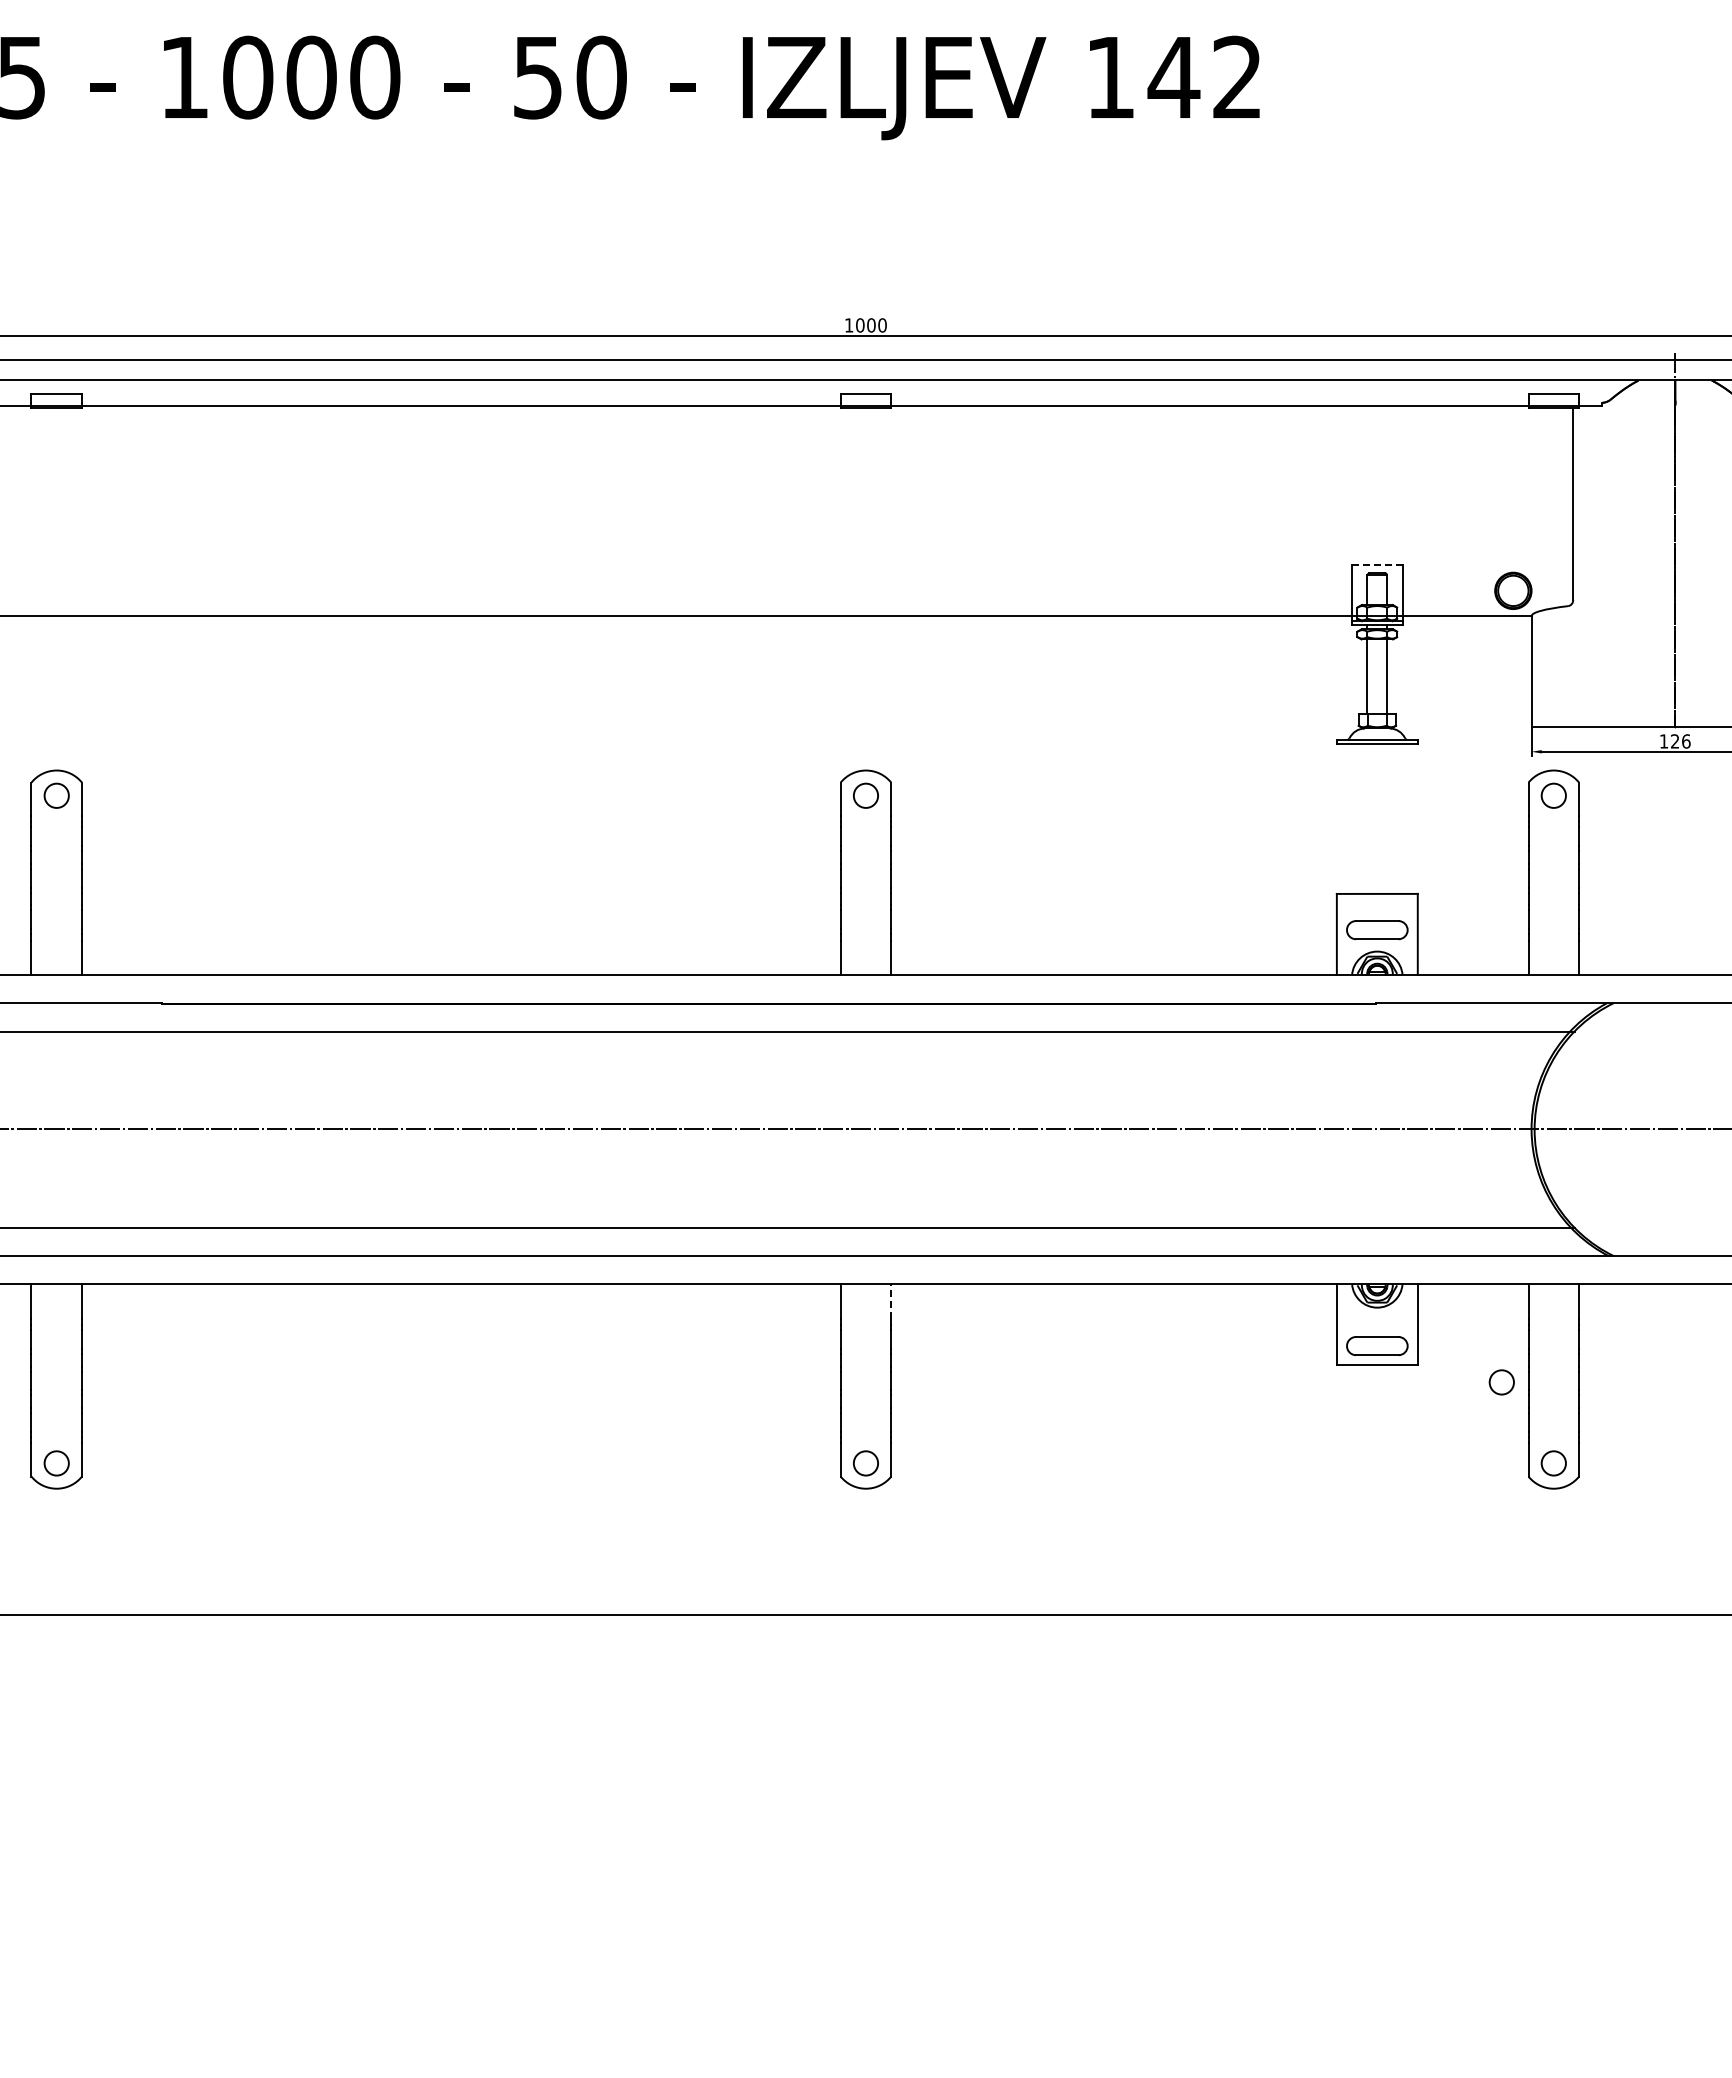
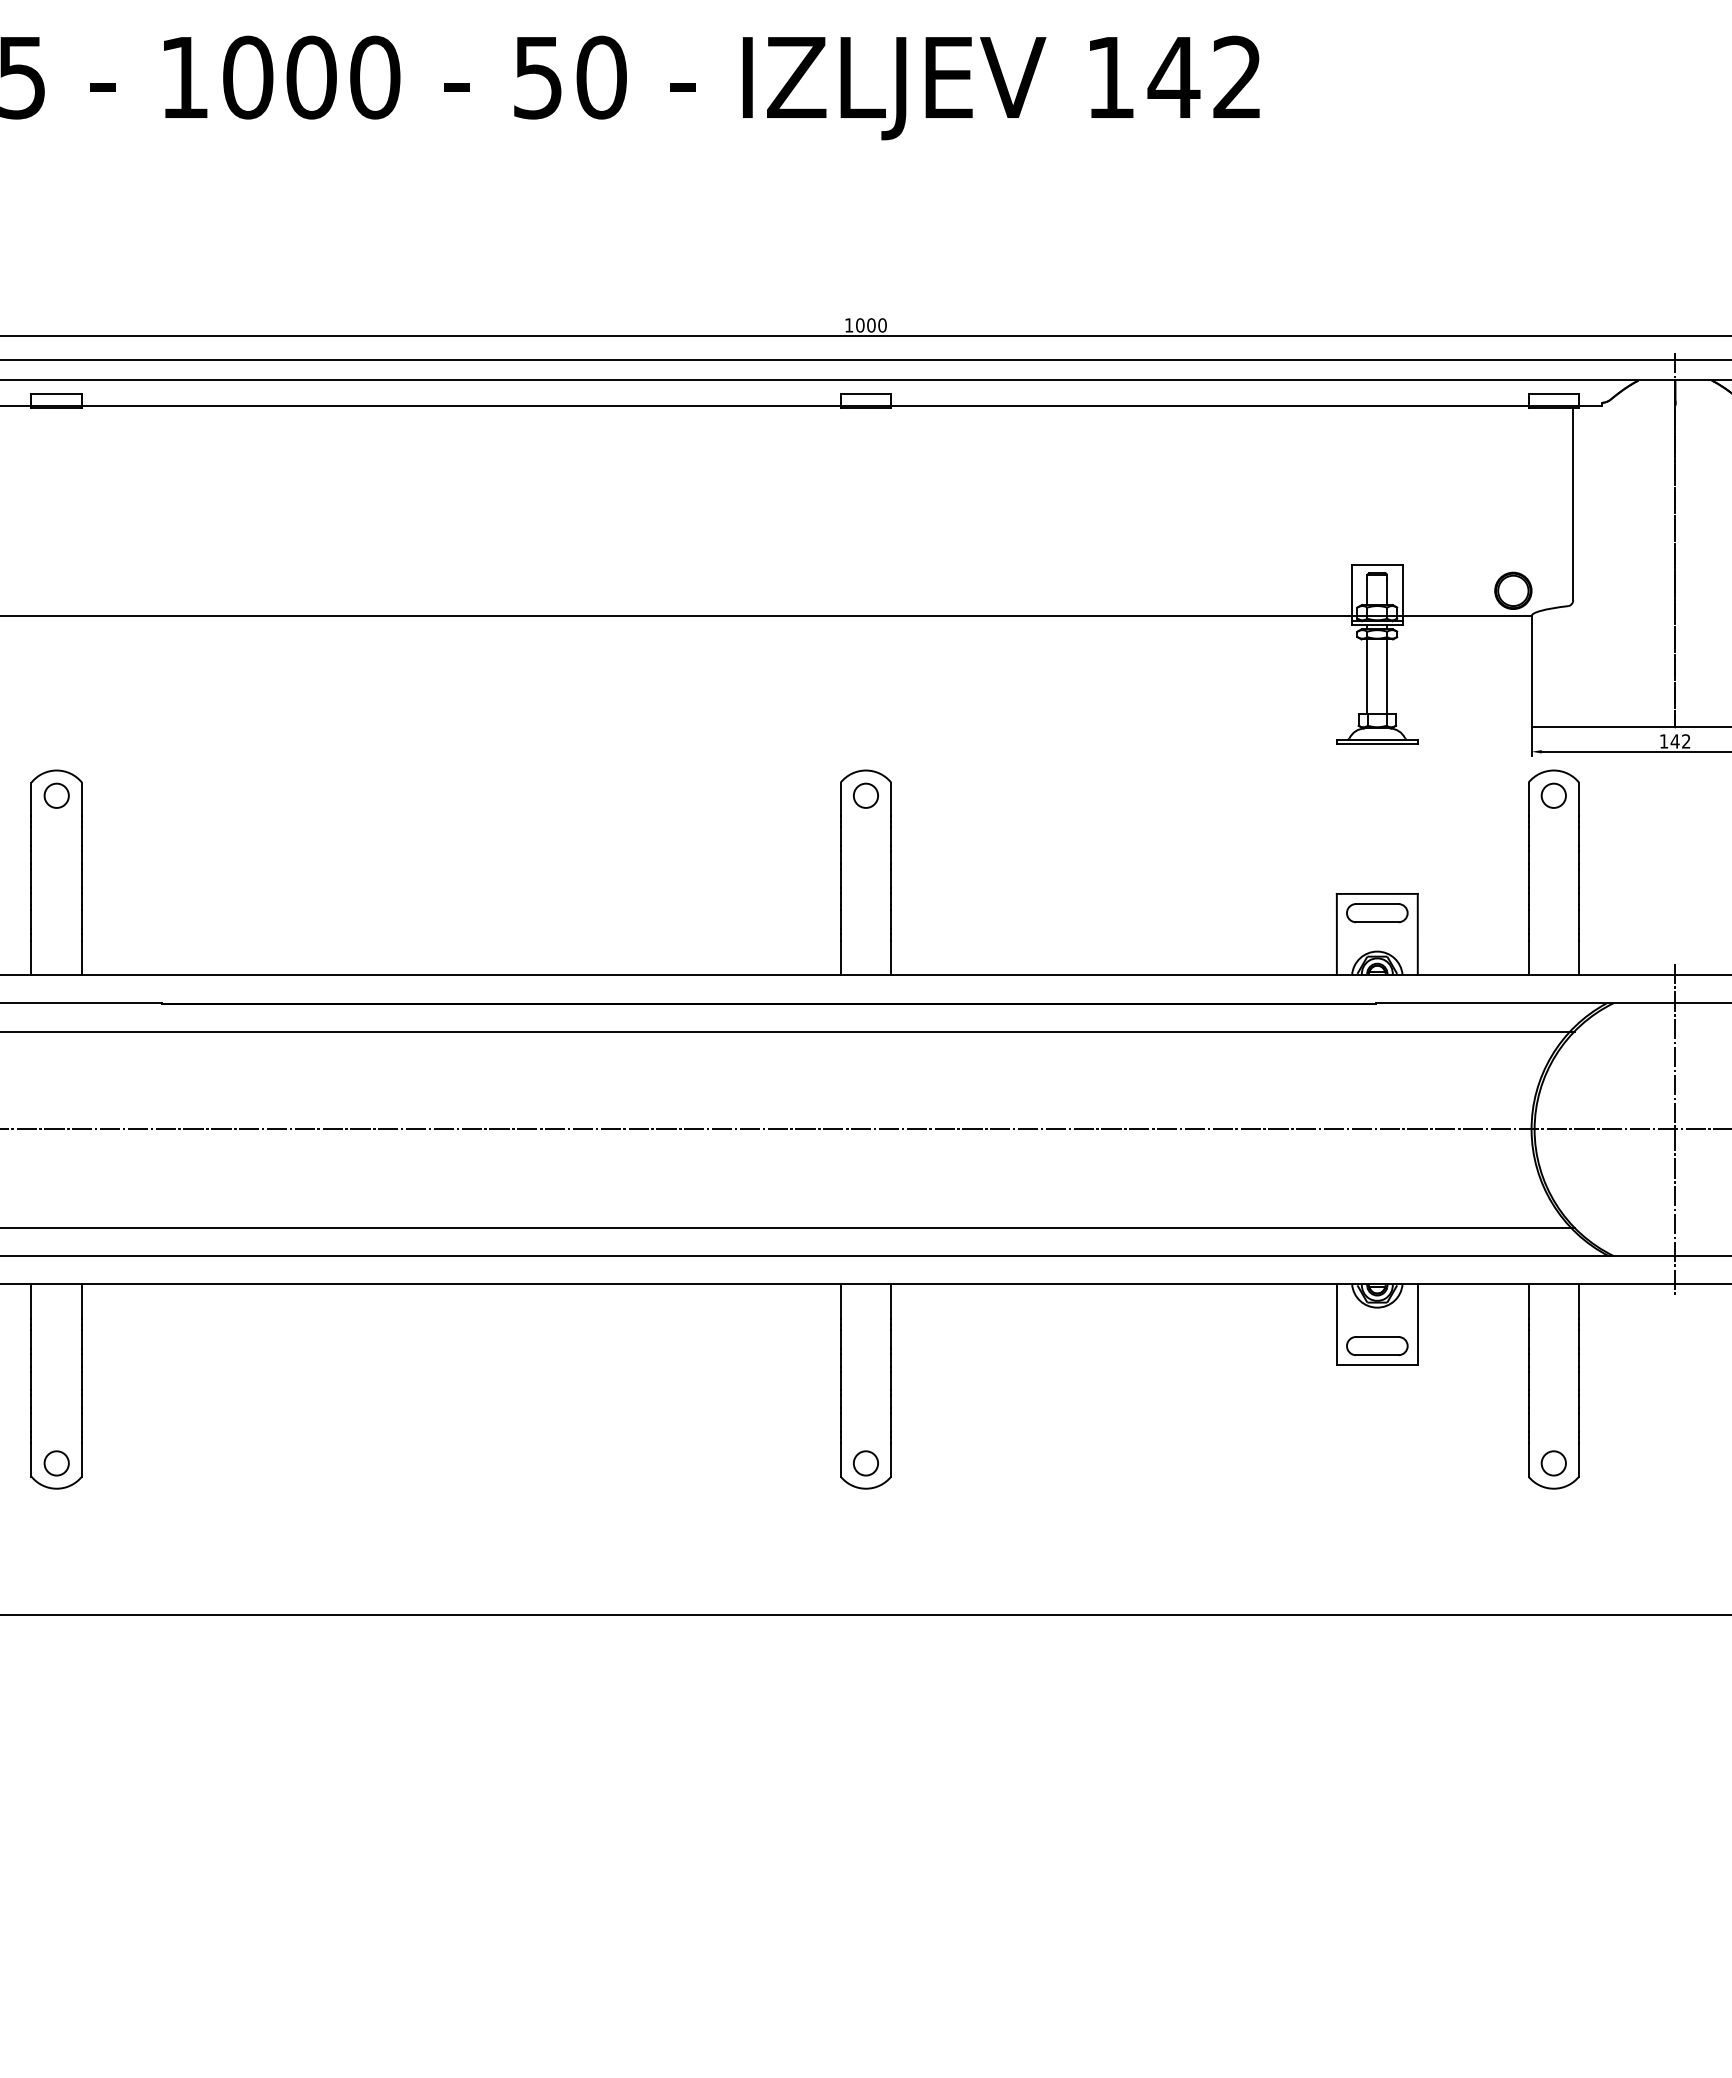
line at (1376, 564): dashed -> solid
text at (1680, 741): 126 -> 142
part at (1377, 930) position: (1377, 930) -> (1377, 913)
line at (1675, 1129): none -> present
line at (891, 1301): dashed -> solid
circle at (1501, 1382): present -> none
